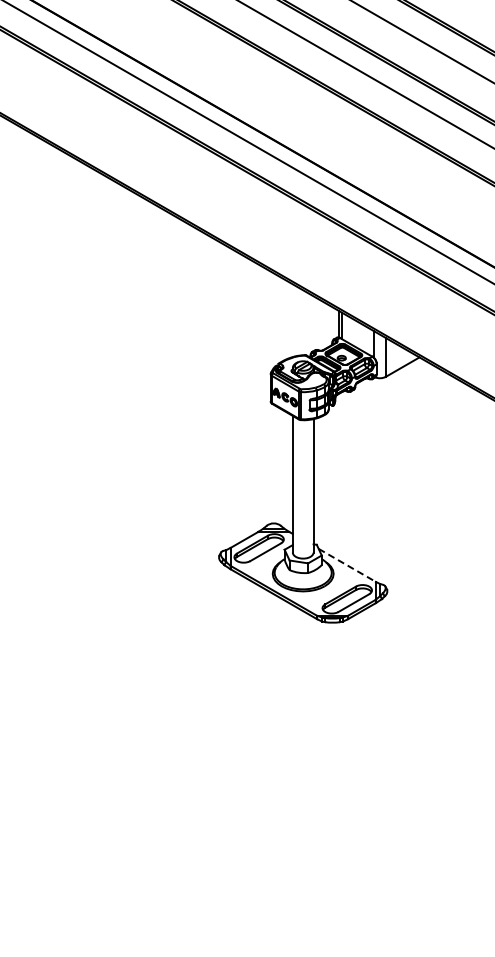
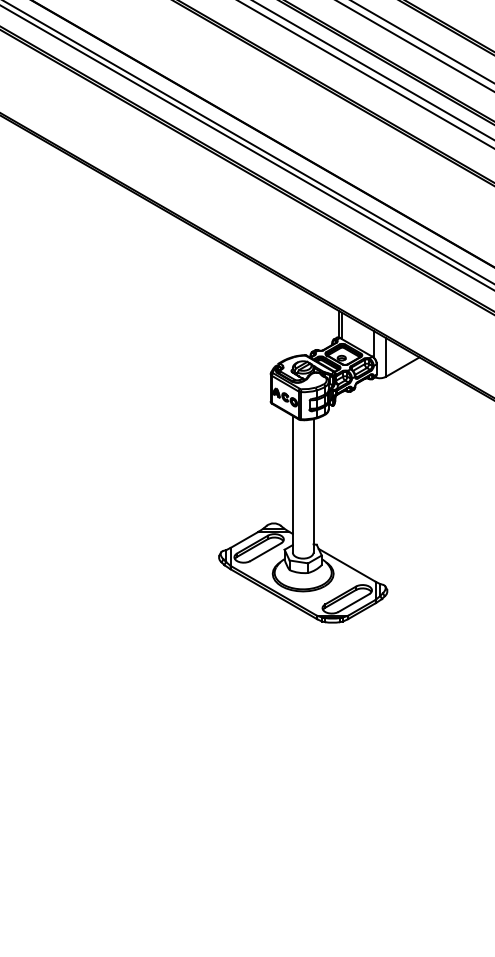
line at (414, 46): none -> present
line at (373, 70): none -> present
line at (246, 147): none -> present
line at (347, 565): dashed -> solid
